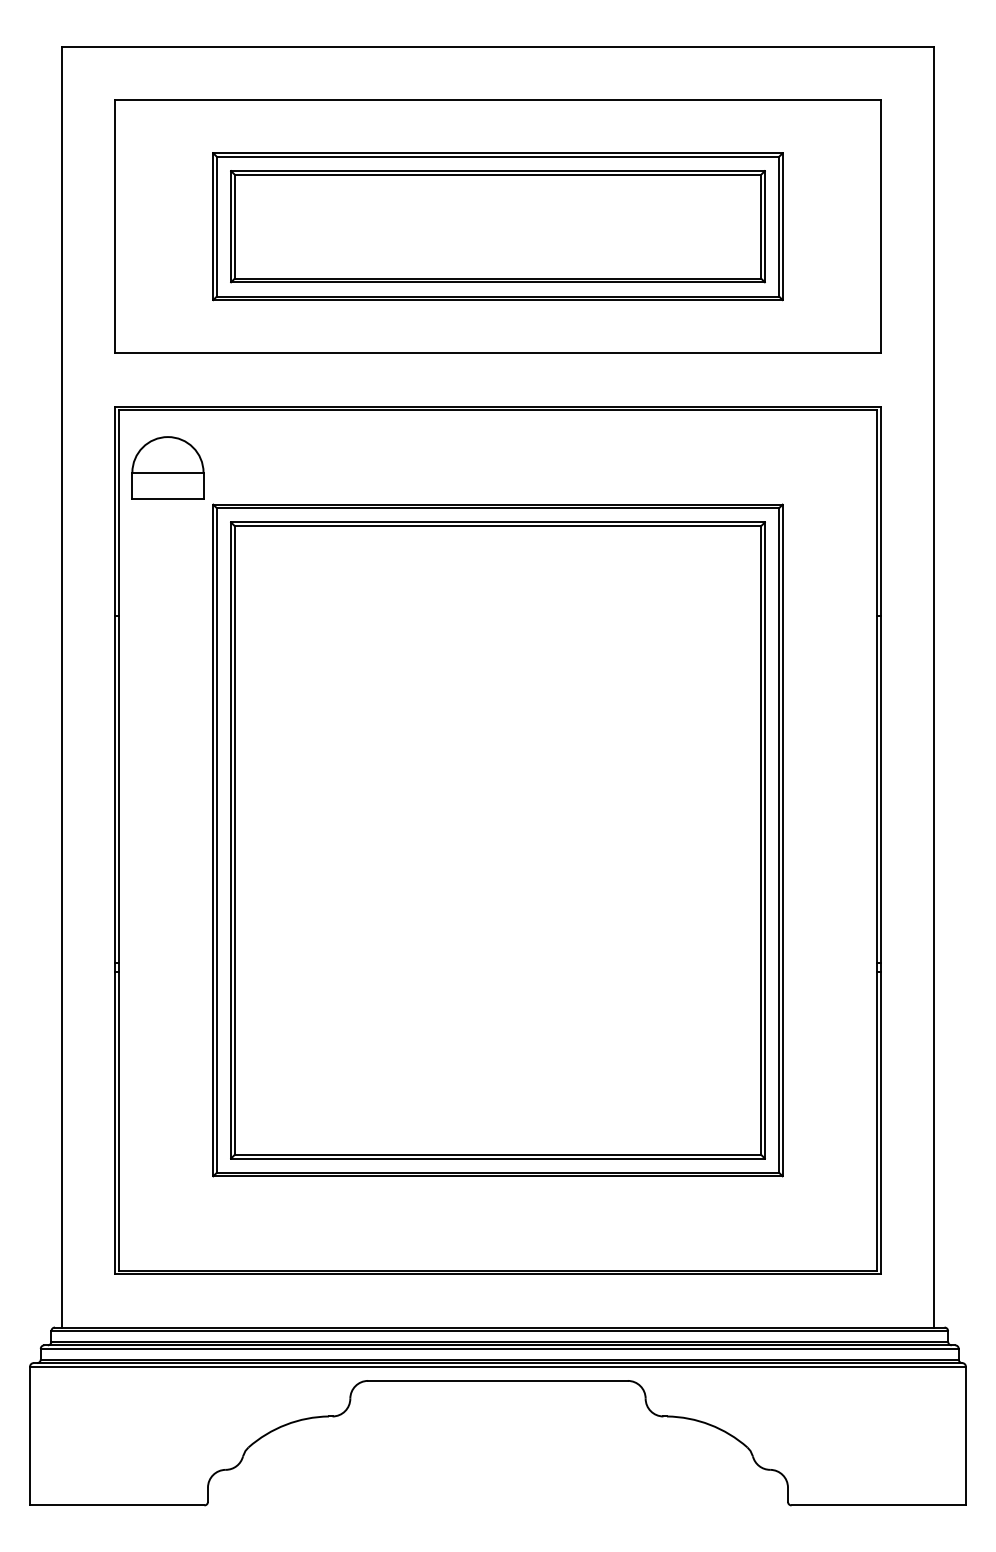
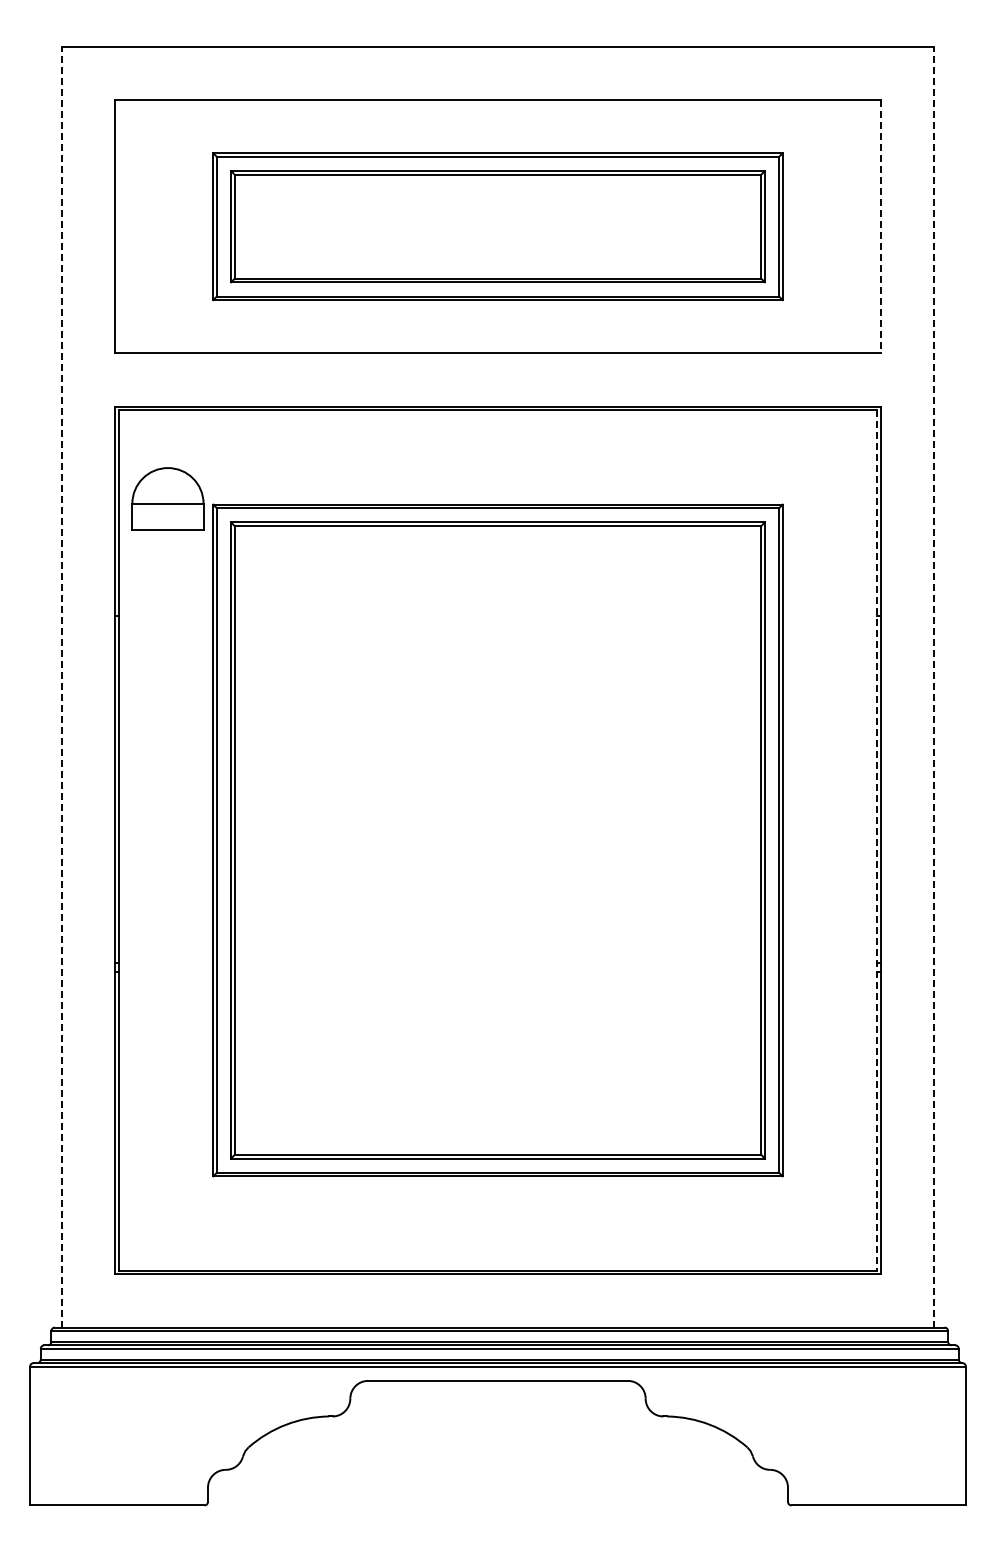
line at (880, 226): solid -> dashed
part at (167, 467) position: (167, 467) -> (167, 498)
line at (62, 686): solid -> dashed
line at (933, 686): solid -> dashed
line at (876, 840): solid -> dashed
